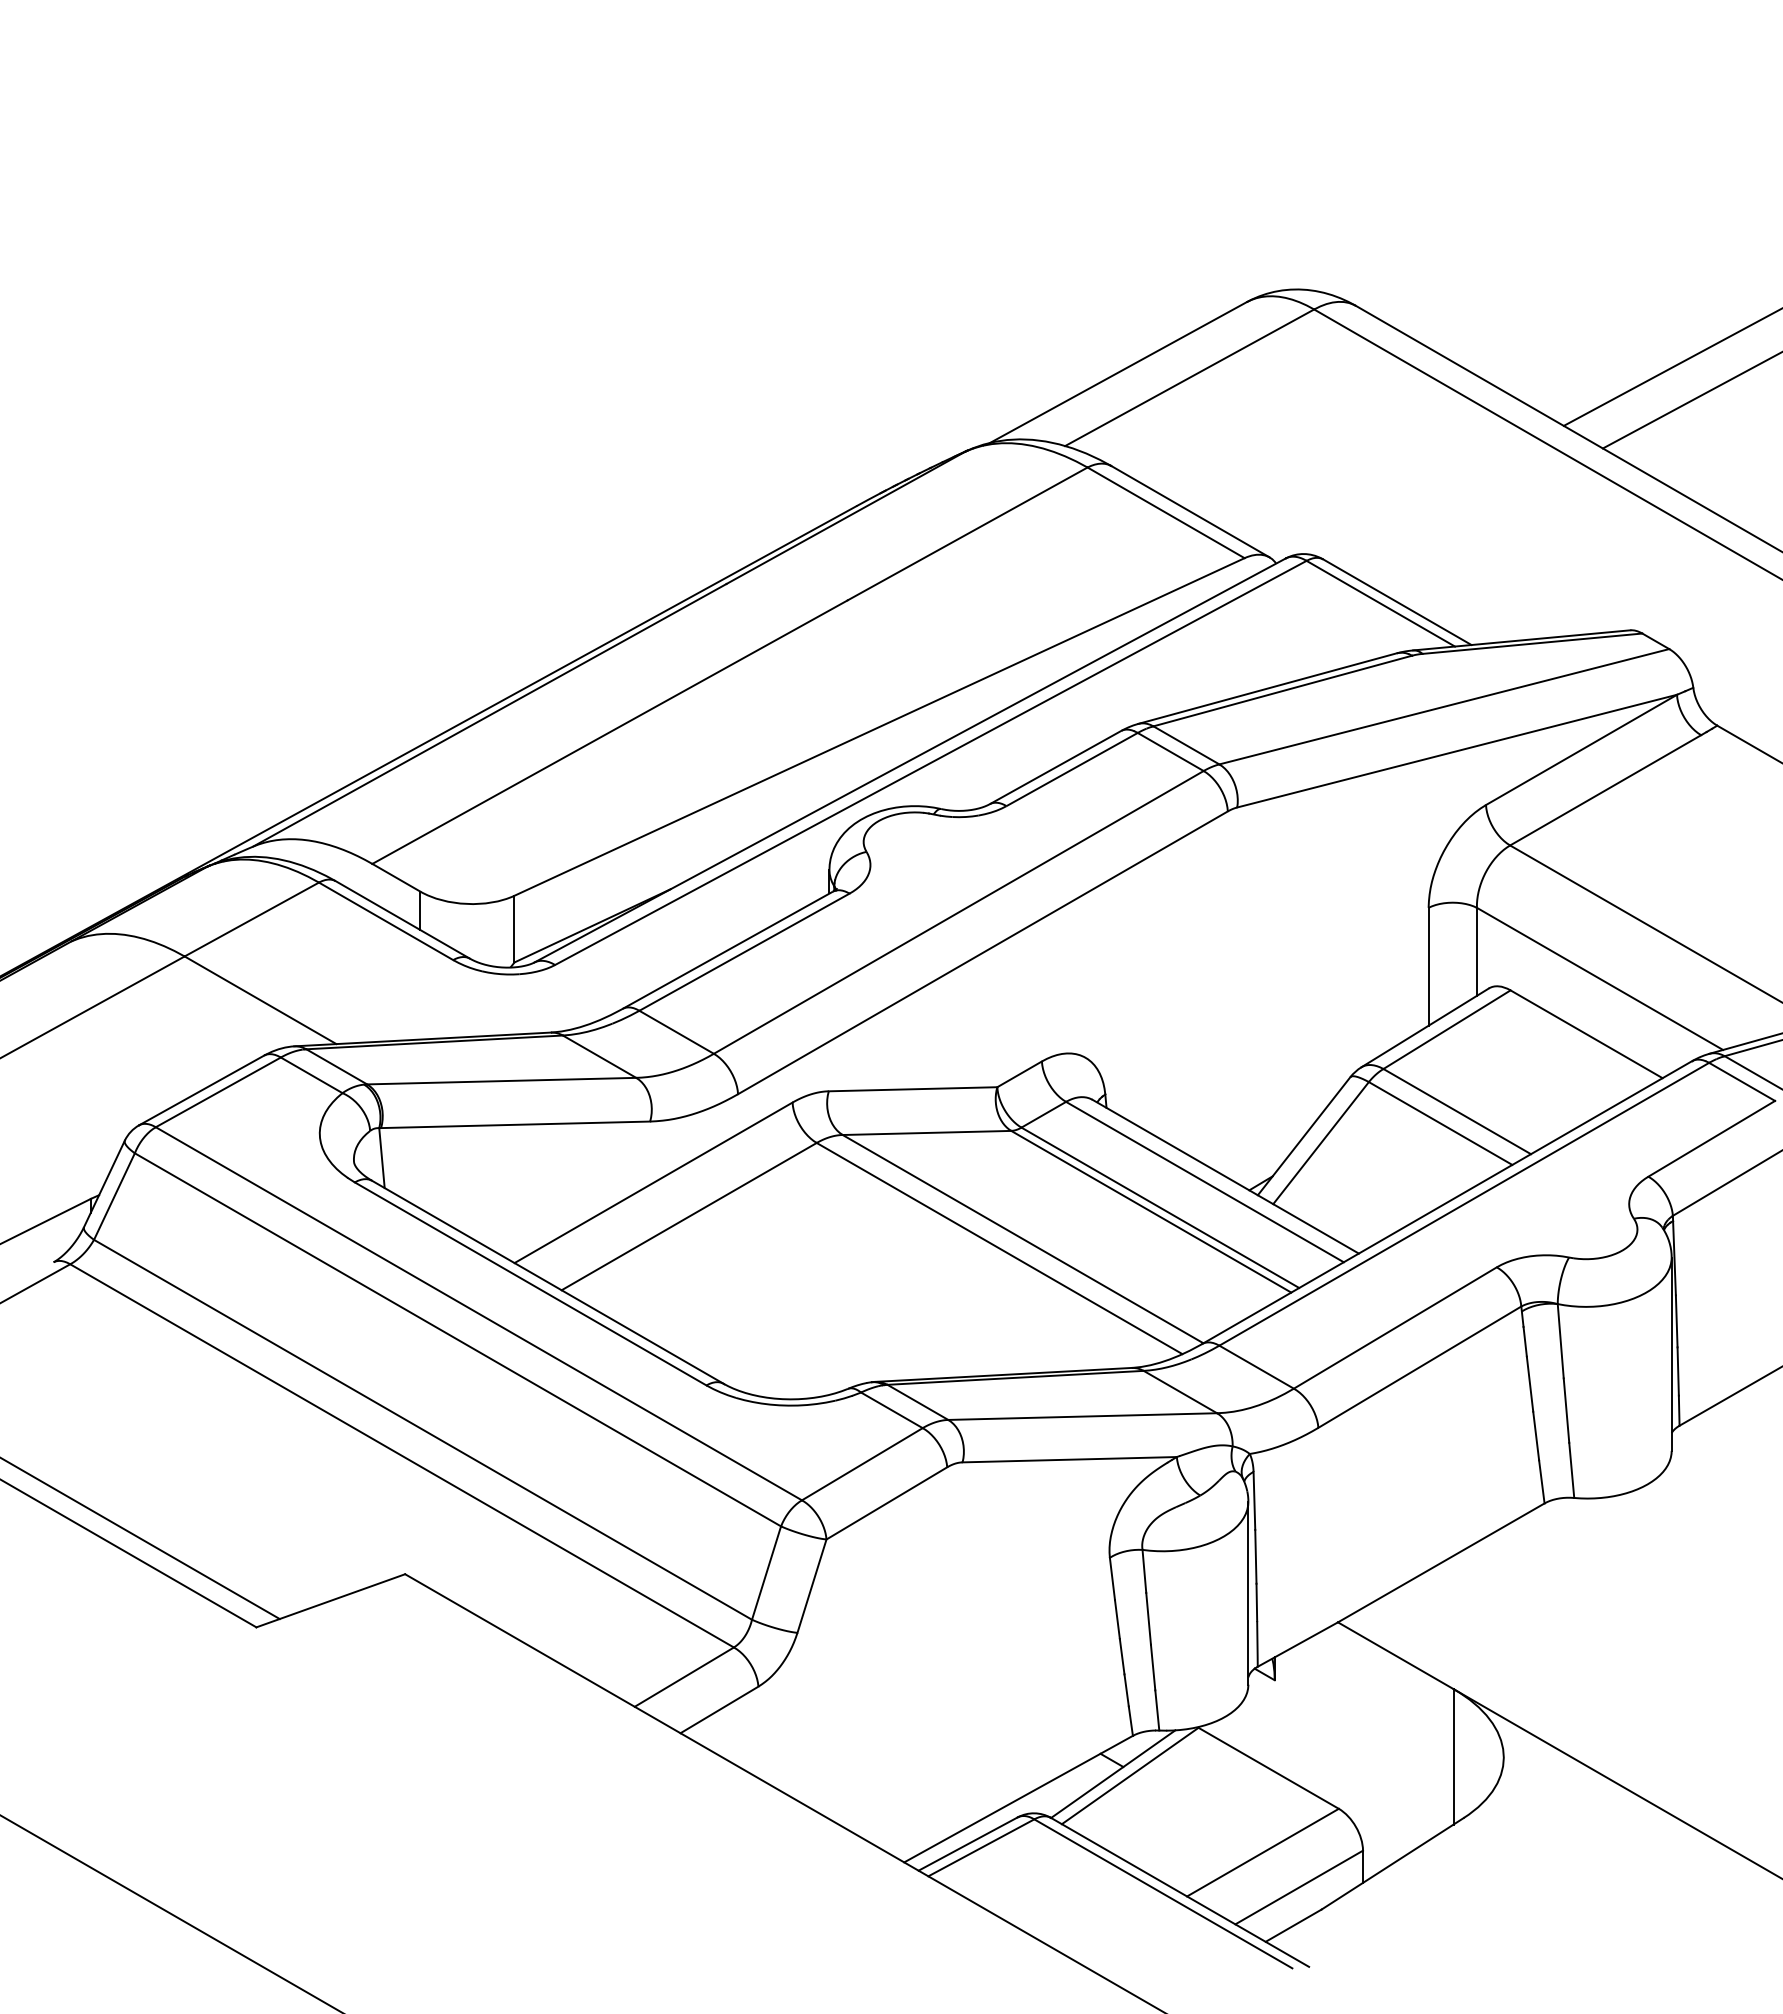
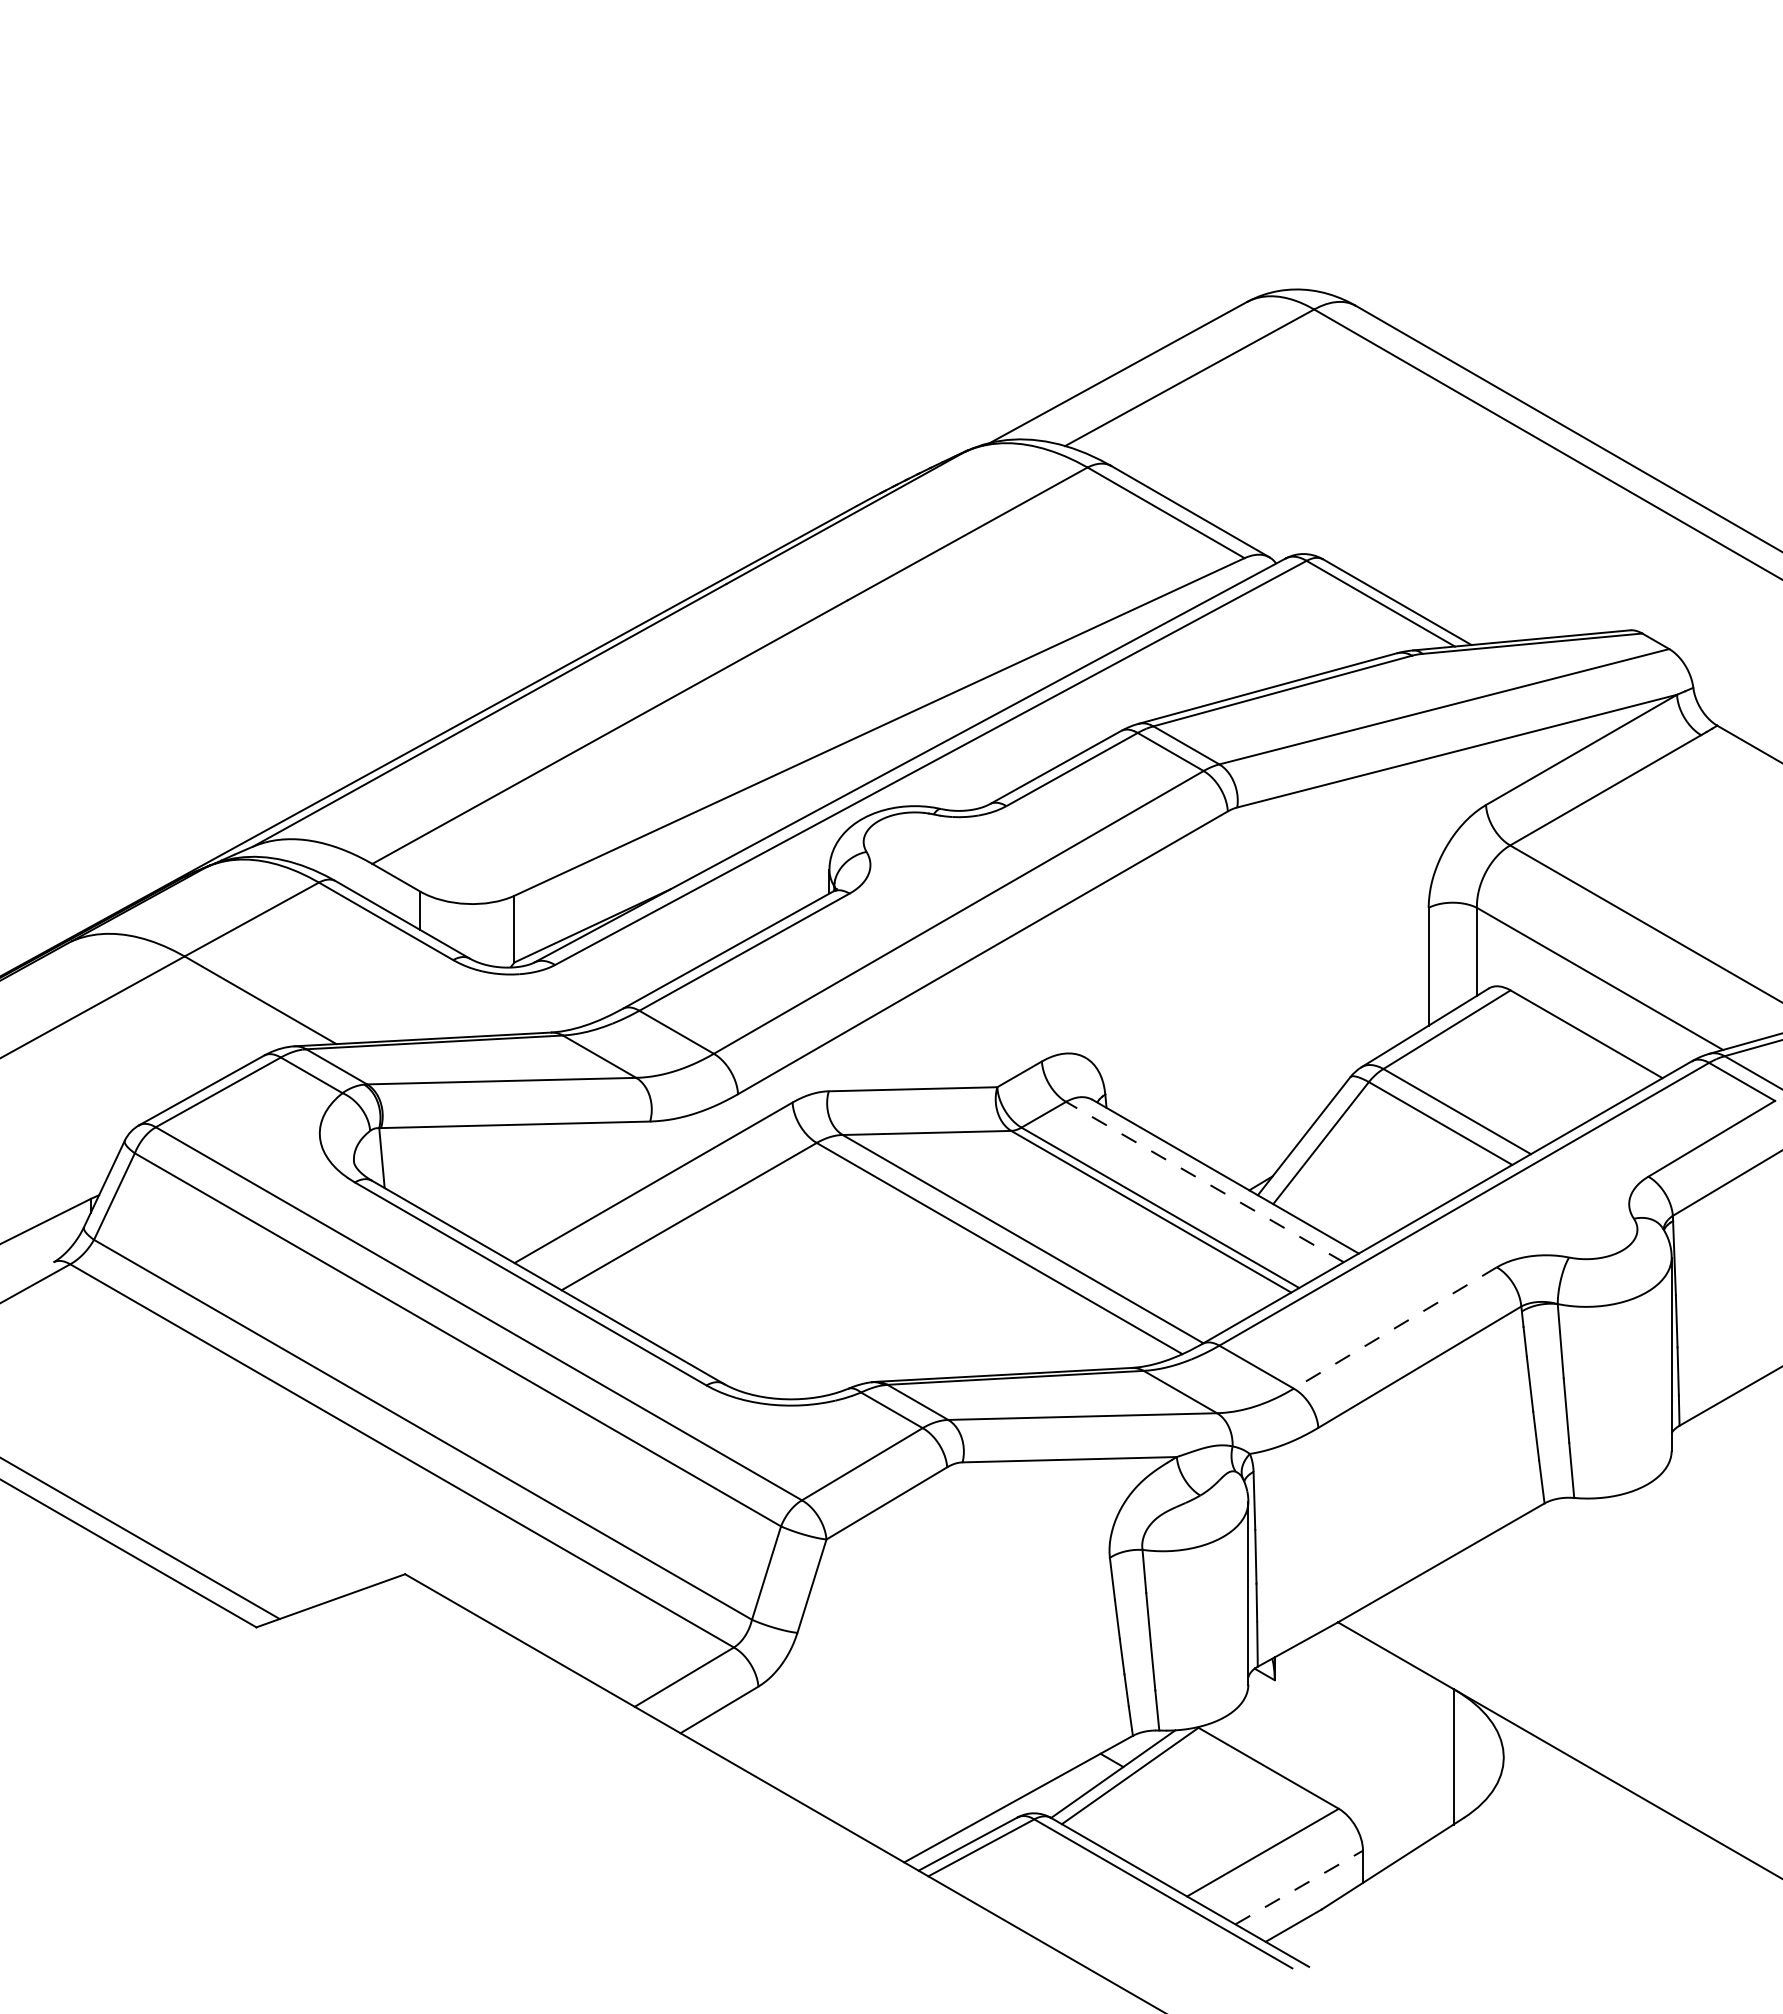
line at (1671, 367): present -> none
line at (1690, 400): present -> none
line at (1204, 1181): solid -> dashed
line at (1394, 1328): solid -> dashed
line at (1299, 1887): solid -> dashed
line at (170, 1913): present -> none
